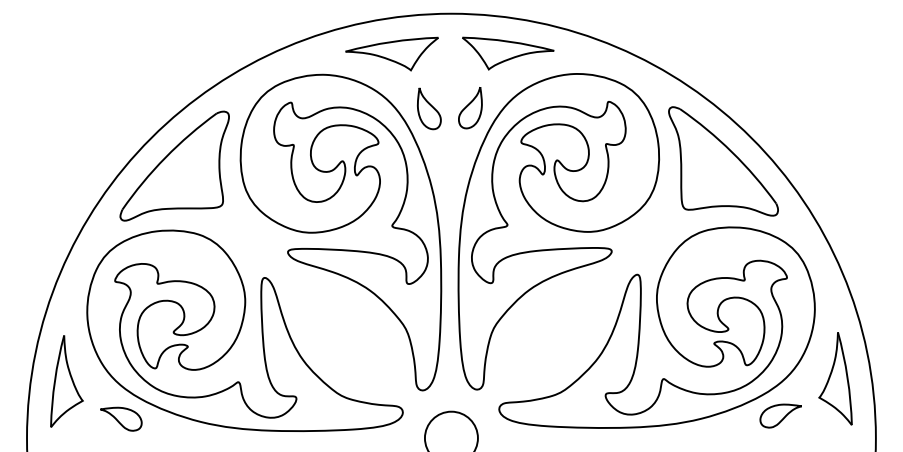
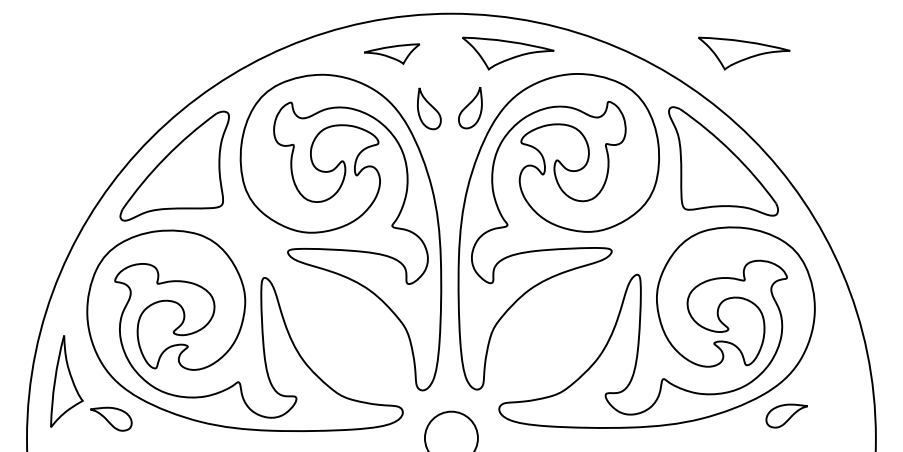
part at (391, 53) size: 94x36 px -> 57x22 px
part at (744, 53): none -> present
part at (835, 378): present -> none
part at (780, 415) position: (780, 415) -> (786, 415)
part at (121, 418) position: (121, 418) -> (111, 418)
